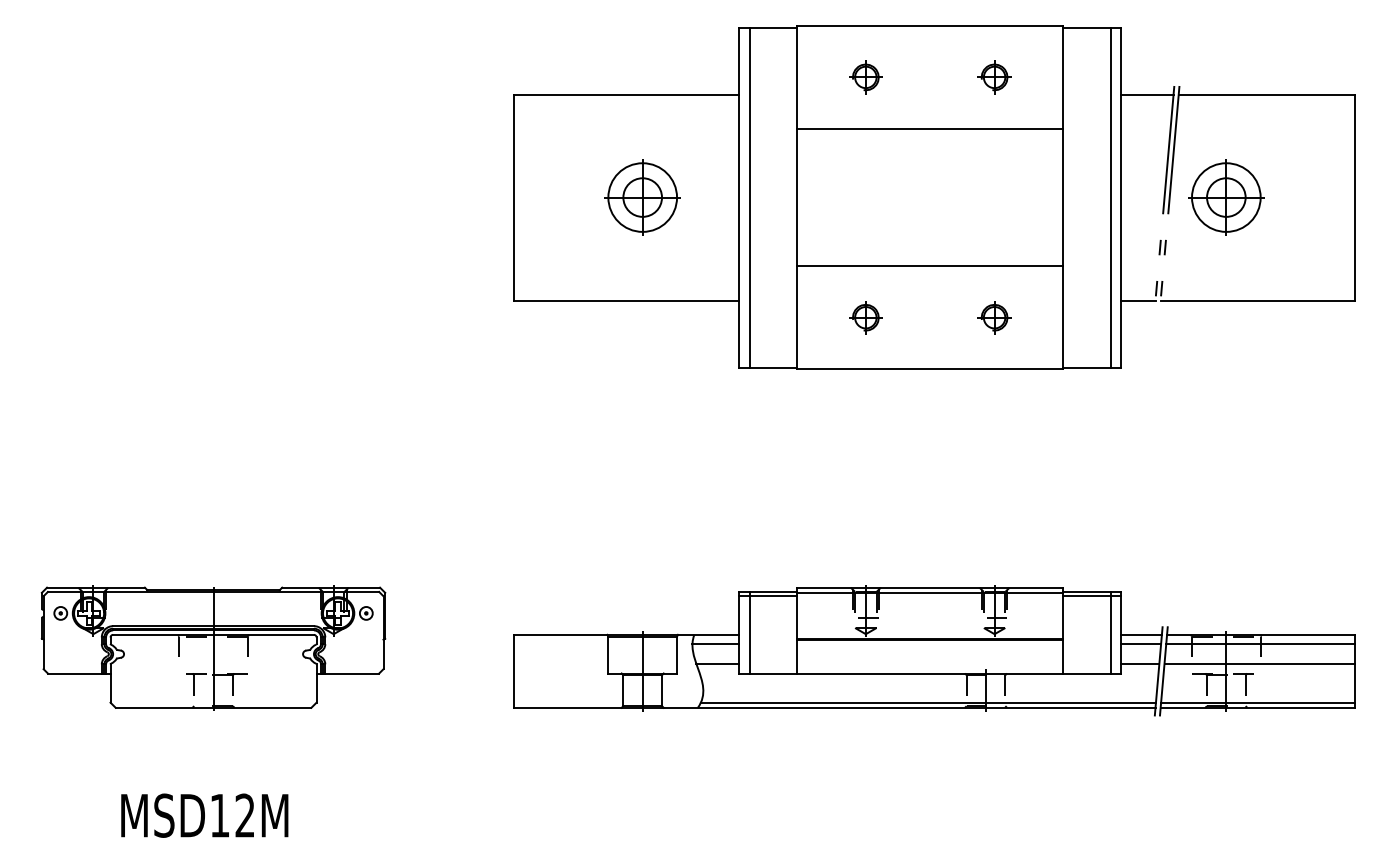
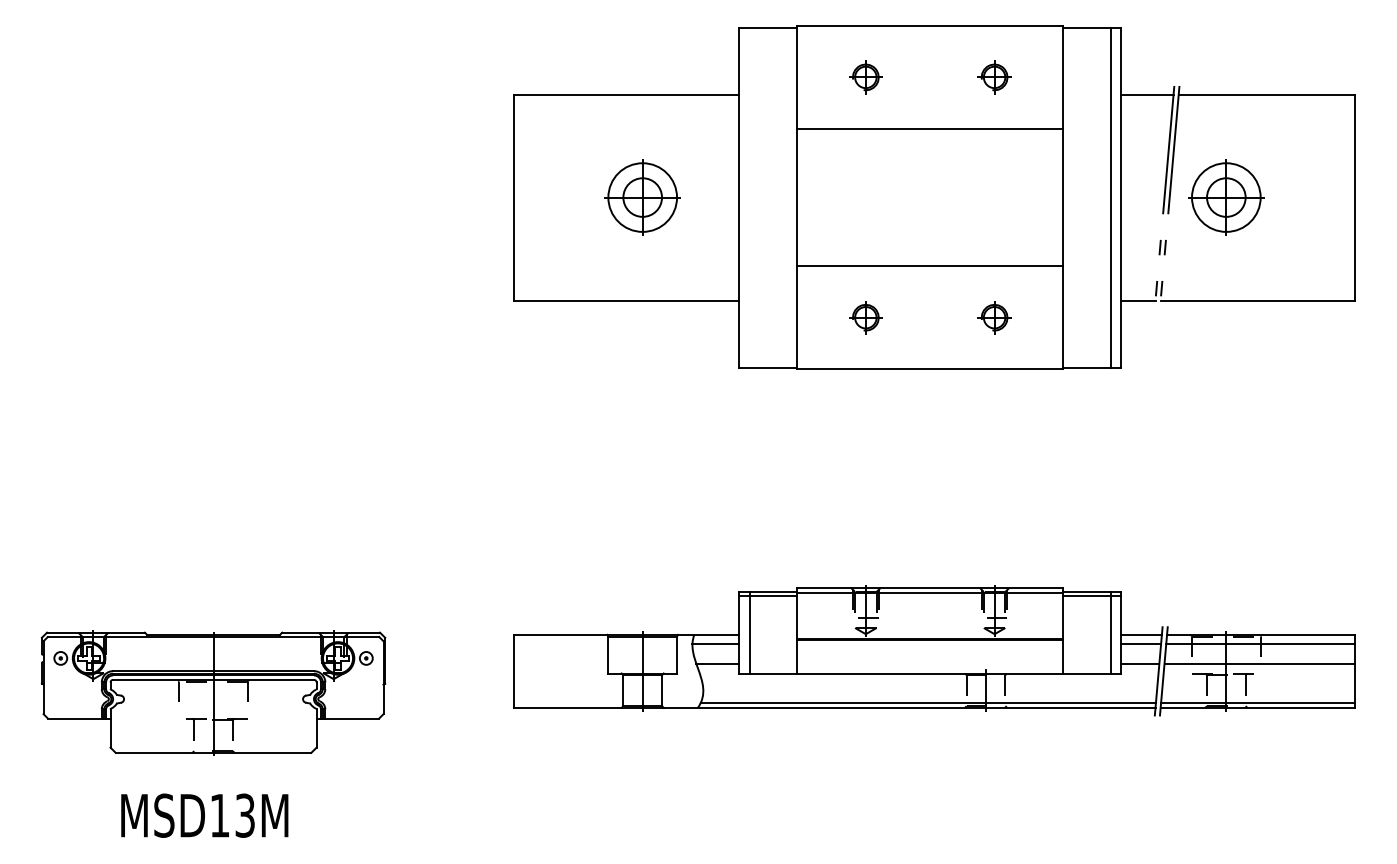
line at (749, 197): present -> none
part at (213, 647) position: (213, 647) -> (213, 692)
text at (244, 815): MSD12M -> MSD13M
